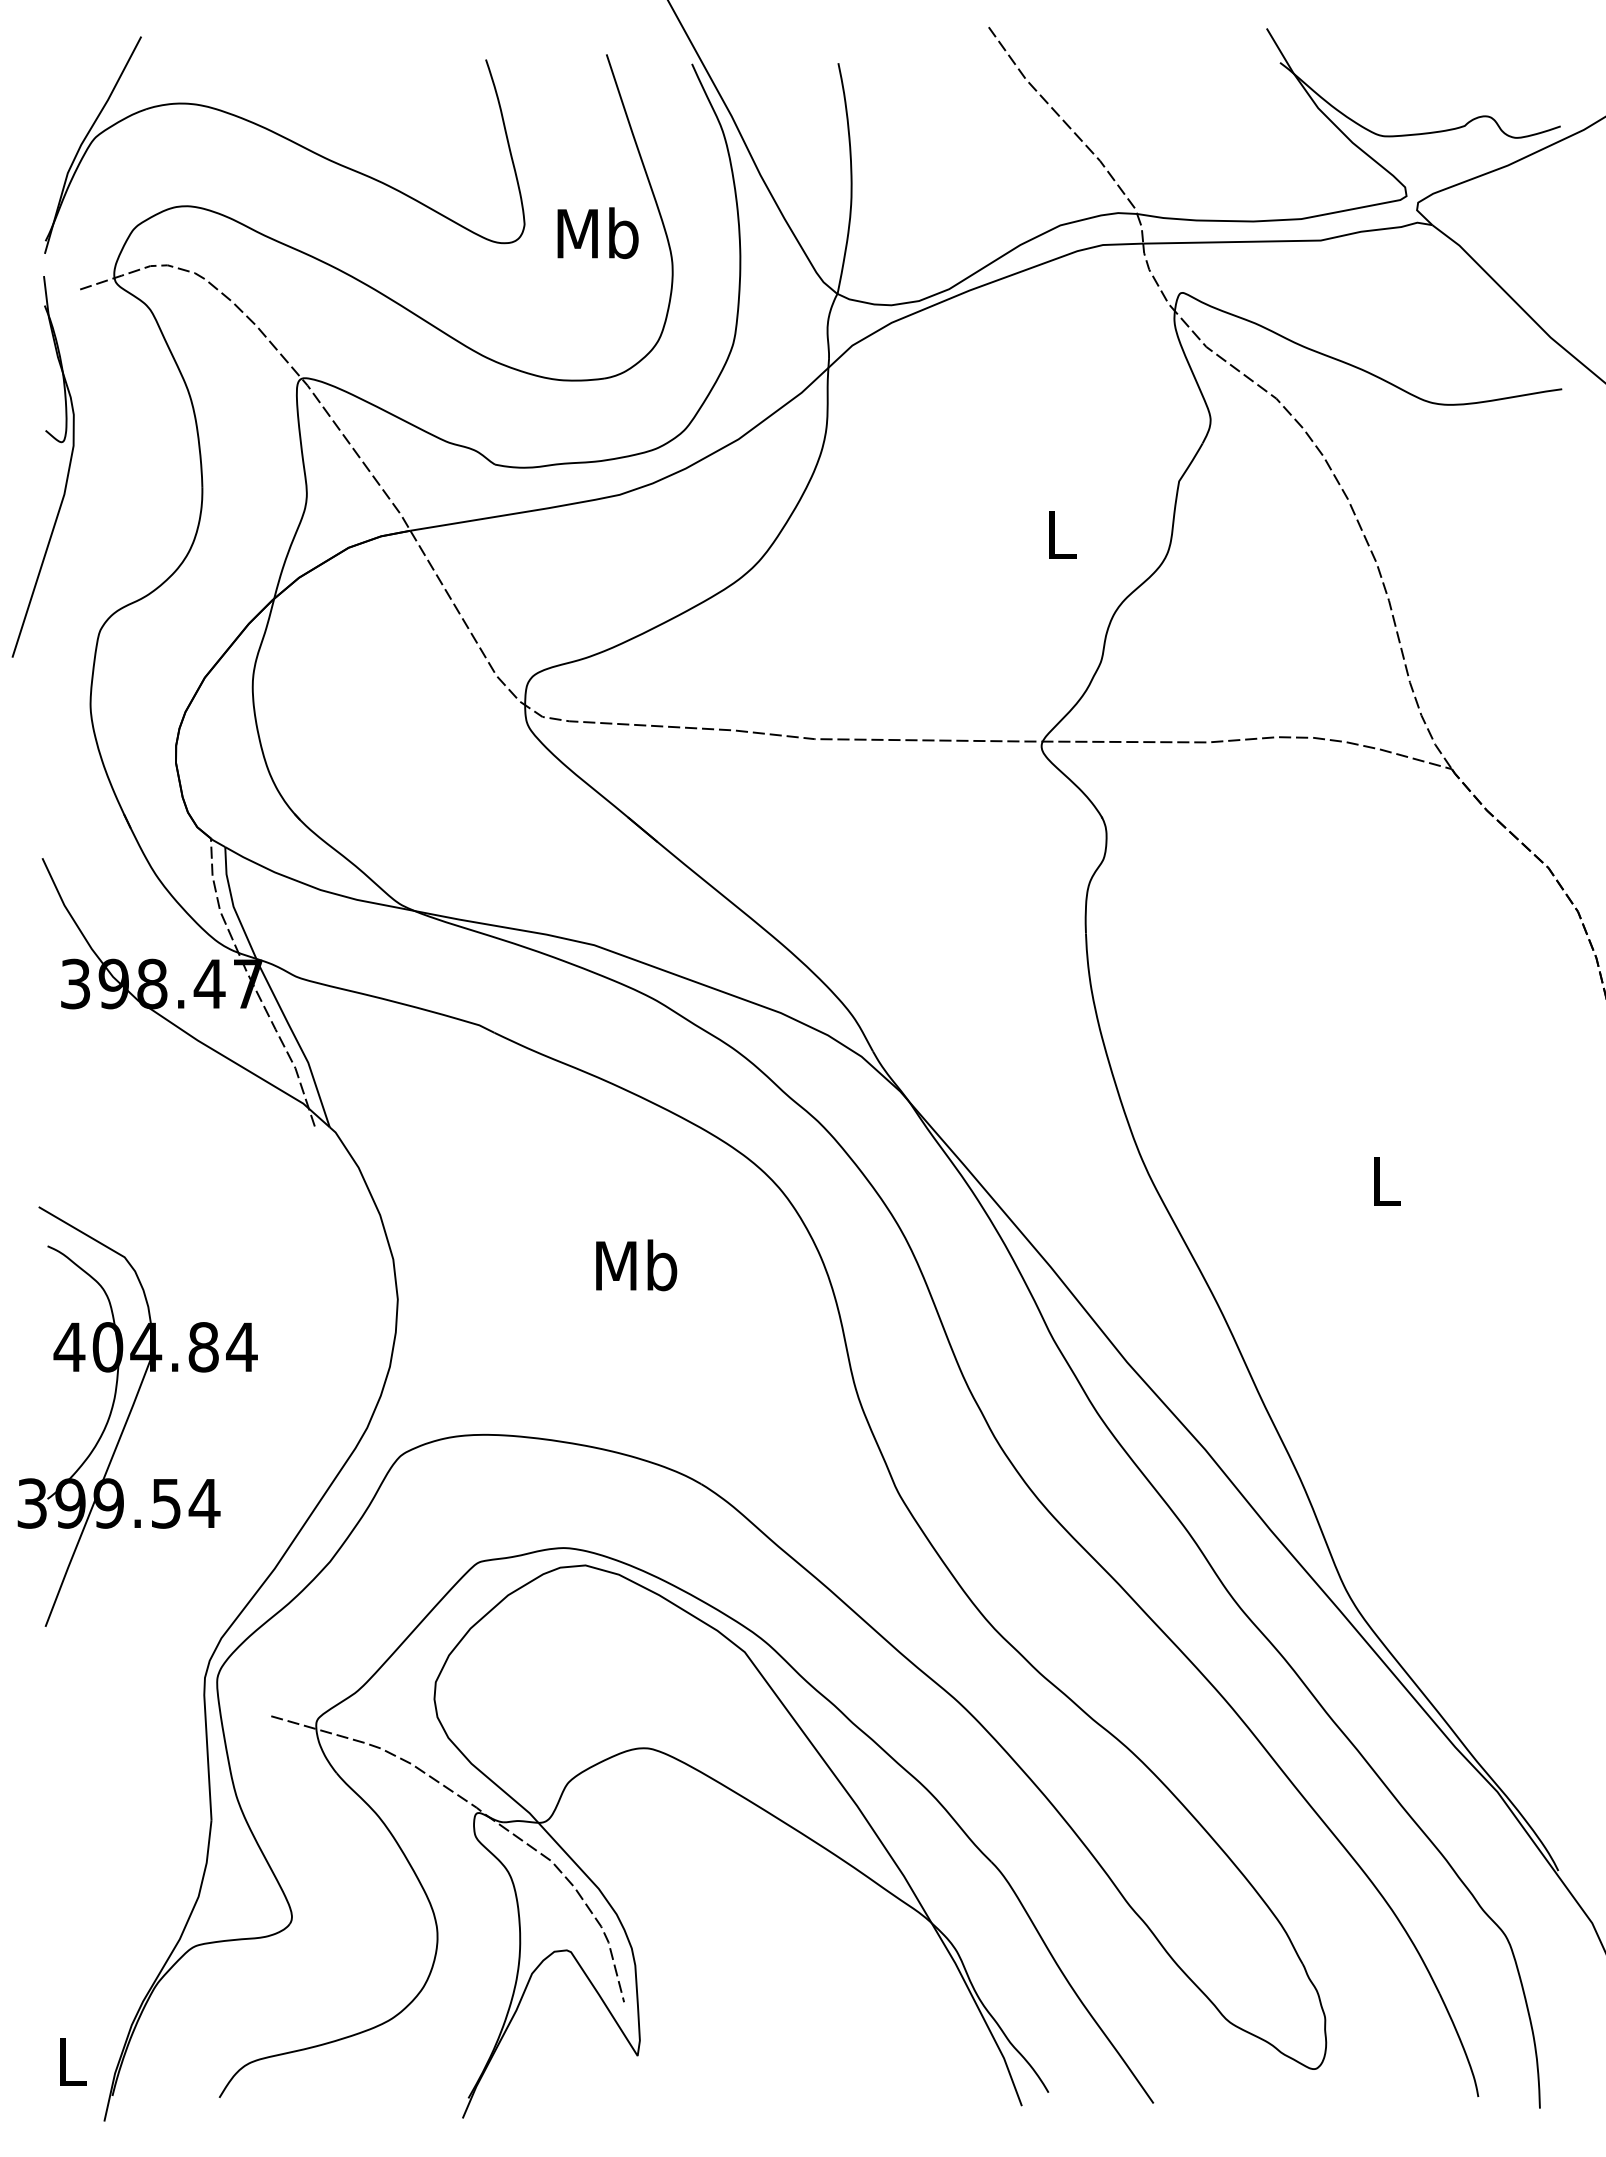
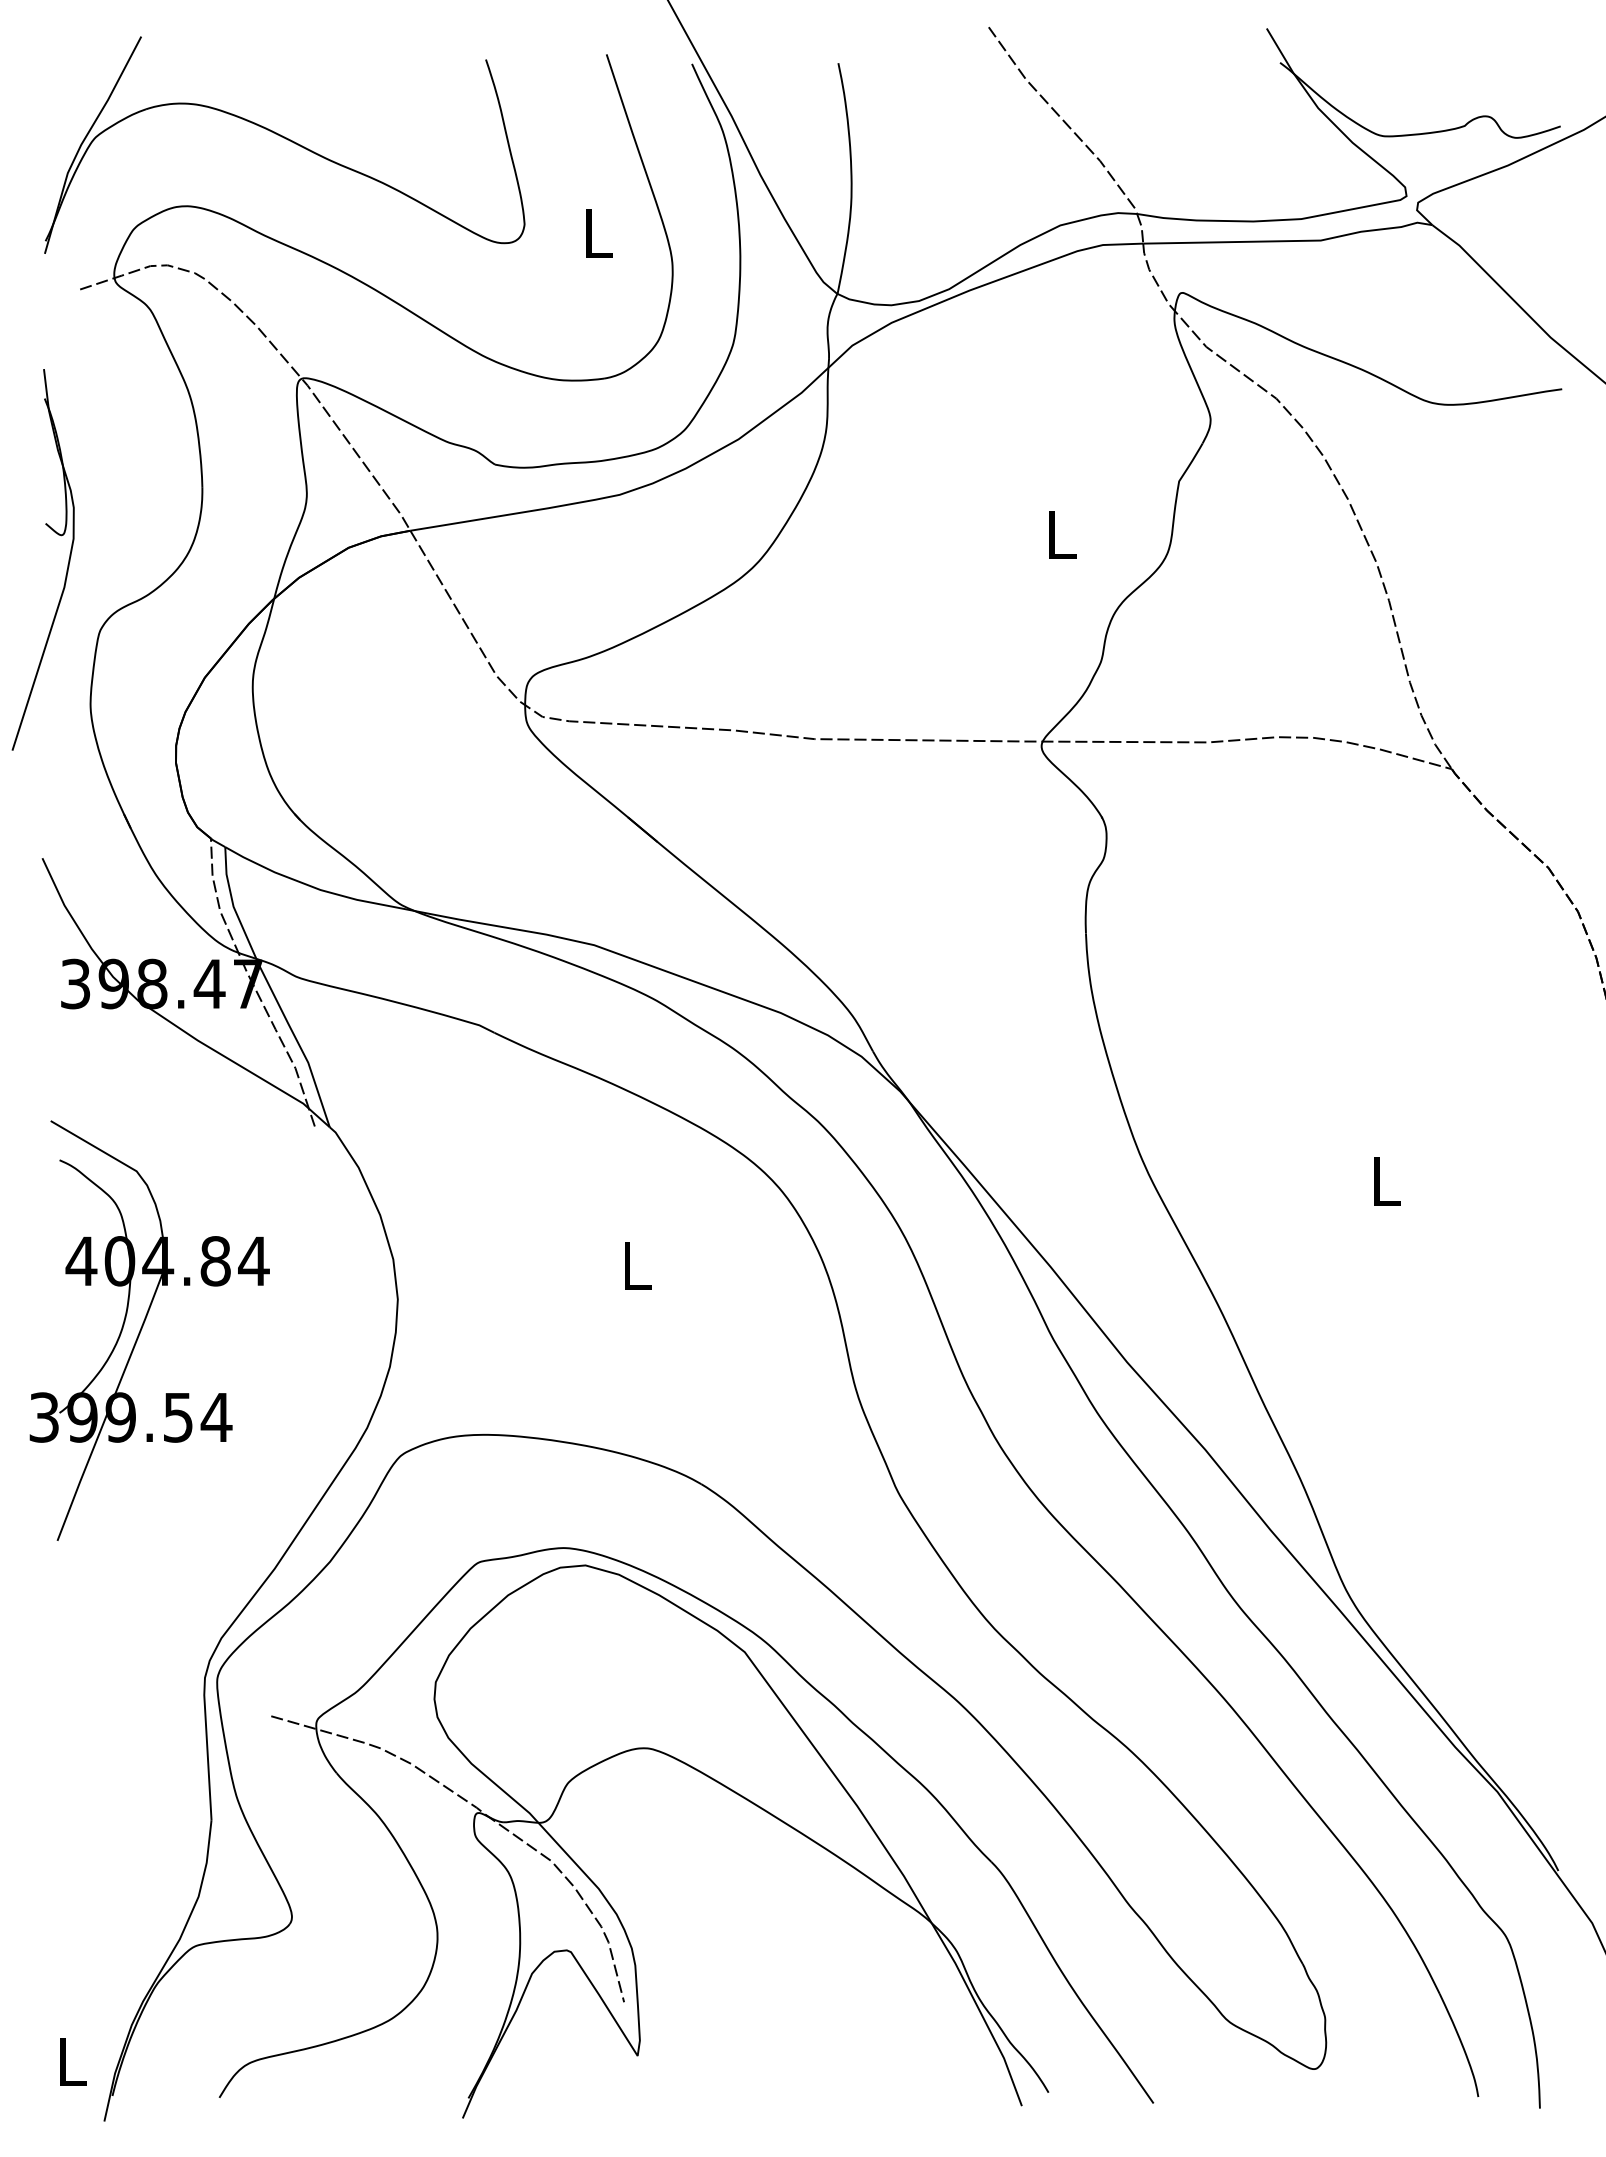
text at (597, 233): Mb -> L
part at (67, 471) position: (67, 471) -> (67, 564)
text at (636, 1265): Mb -> L
part at (131, 1412) position: (131, 1412) -> (143, 1326)
